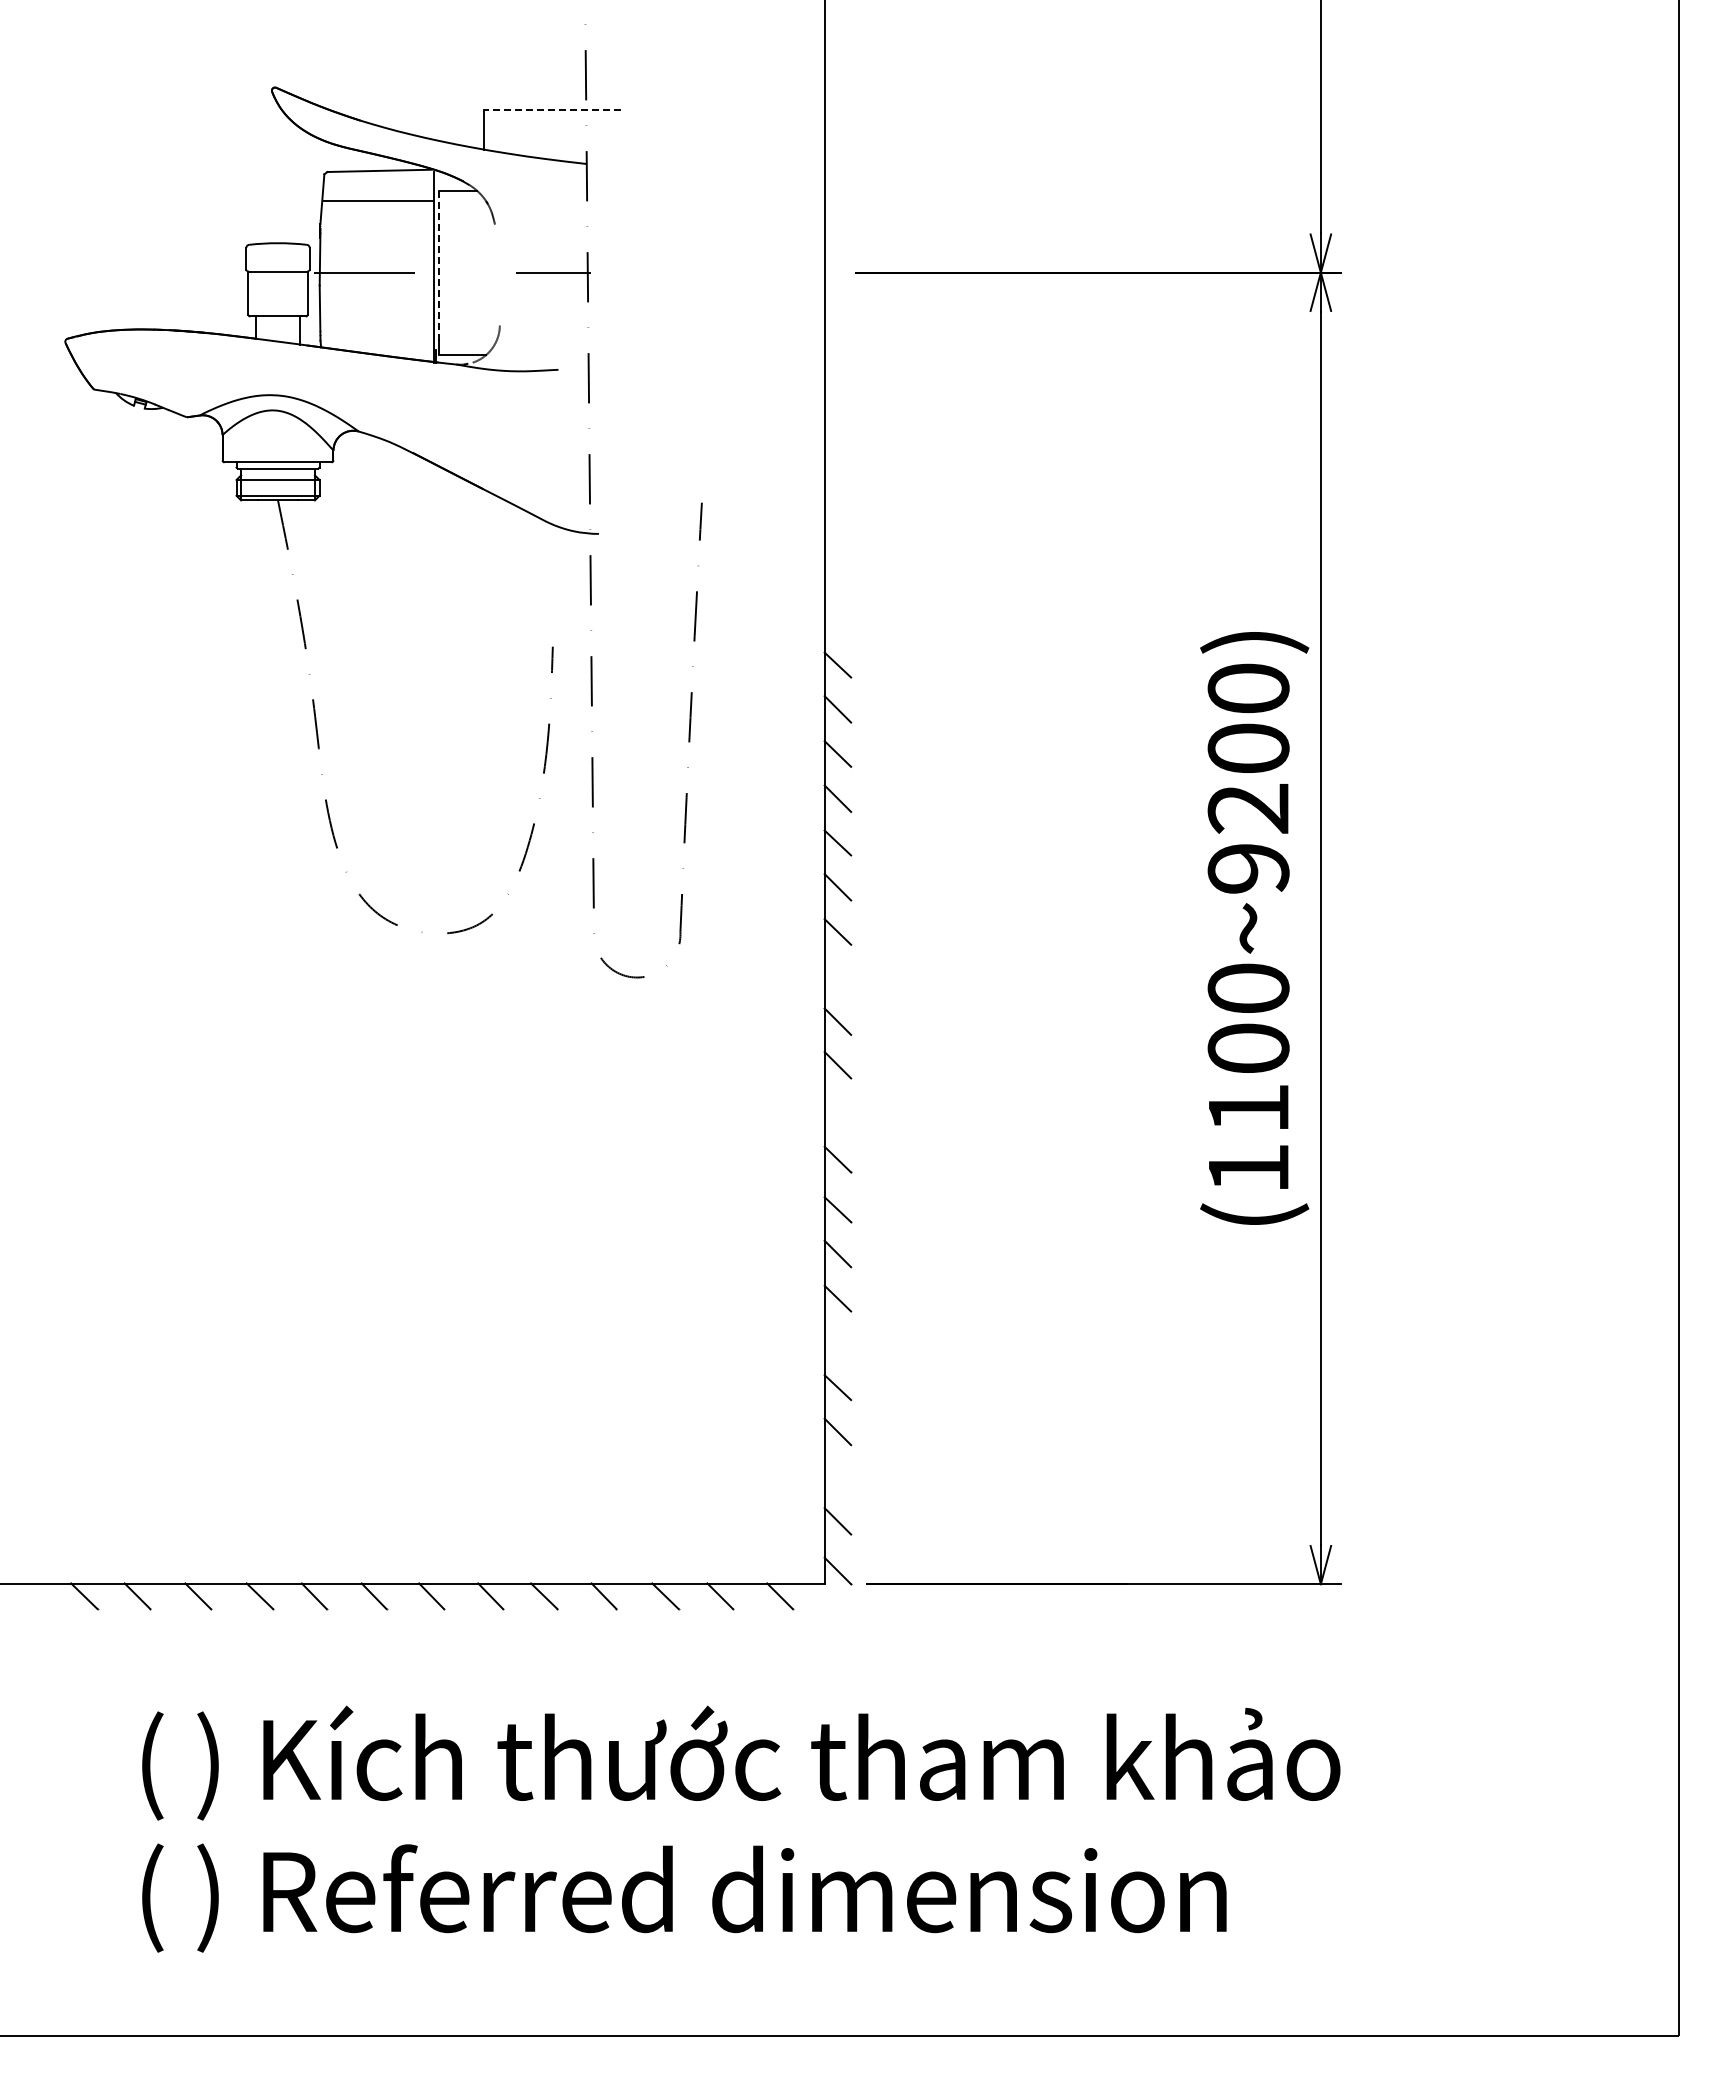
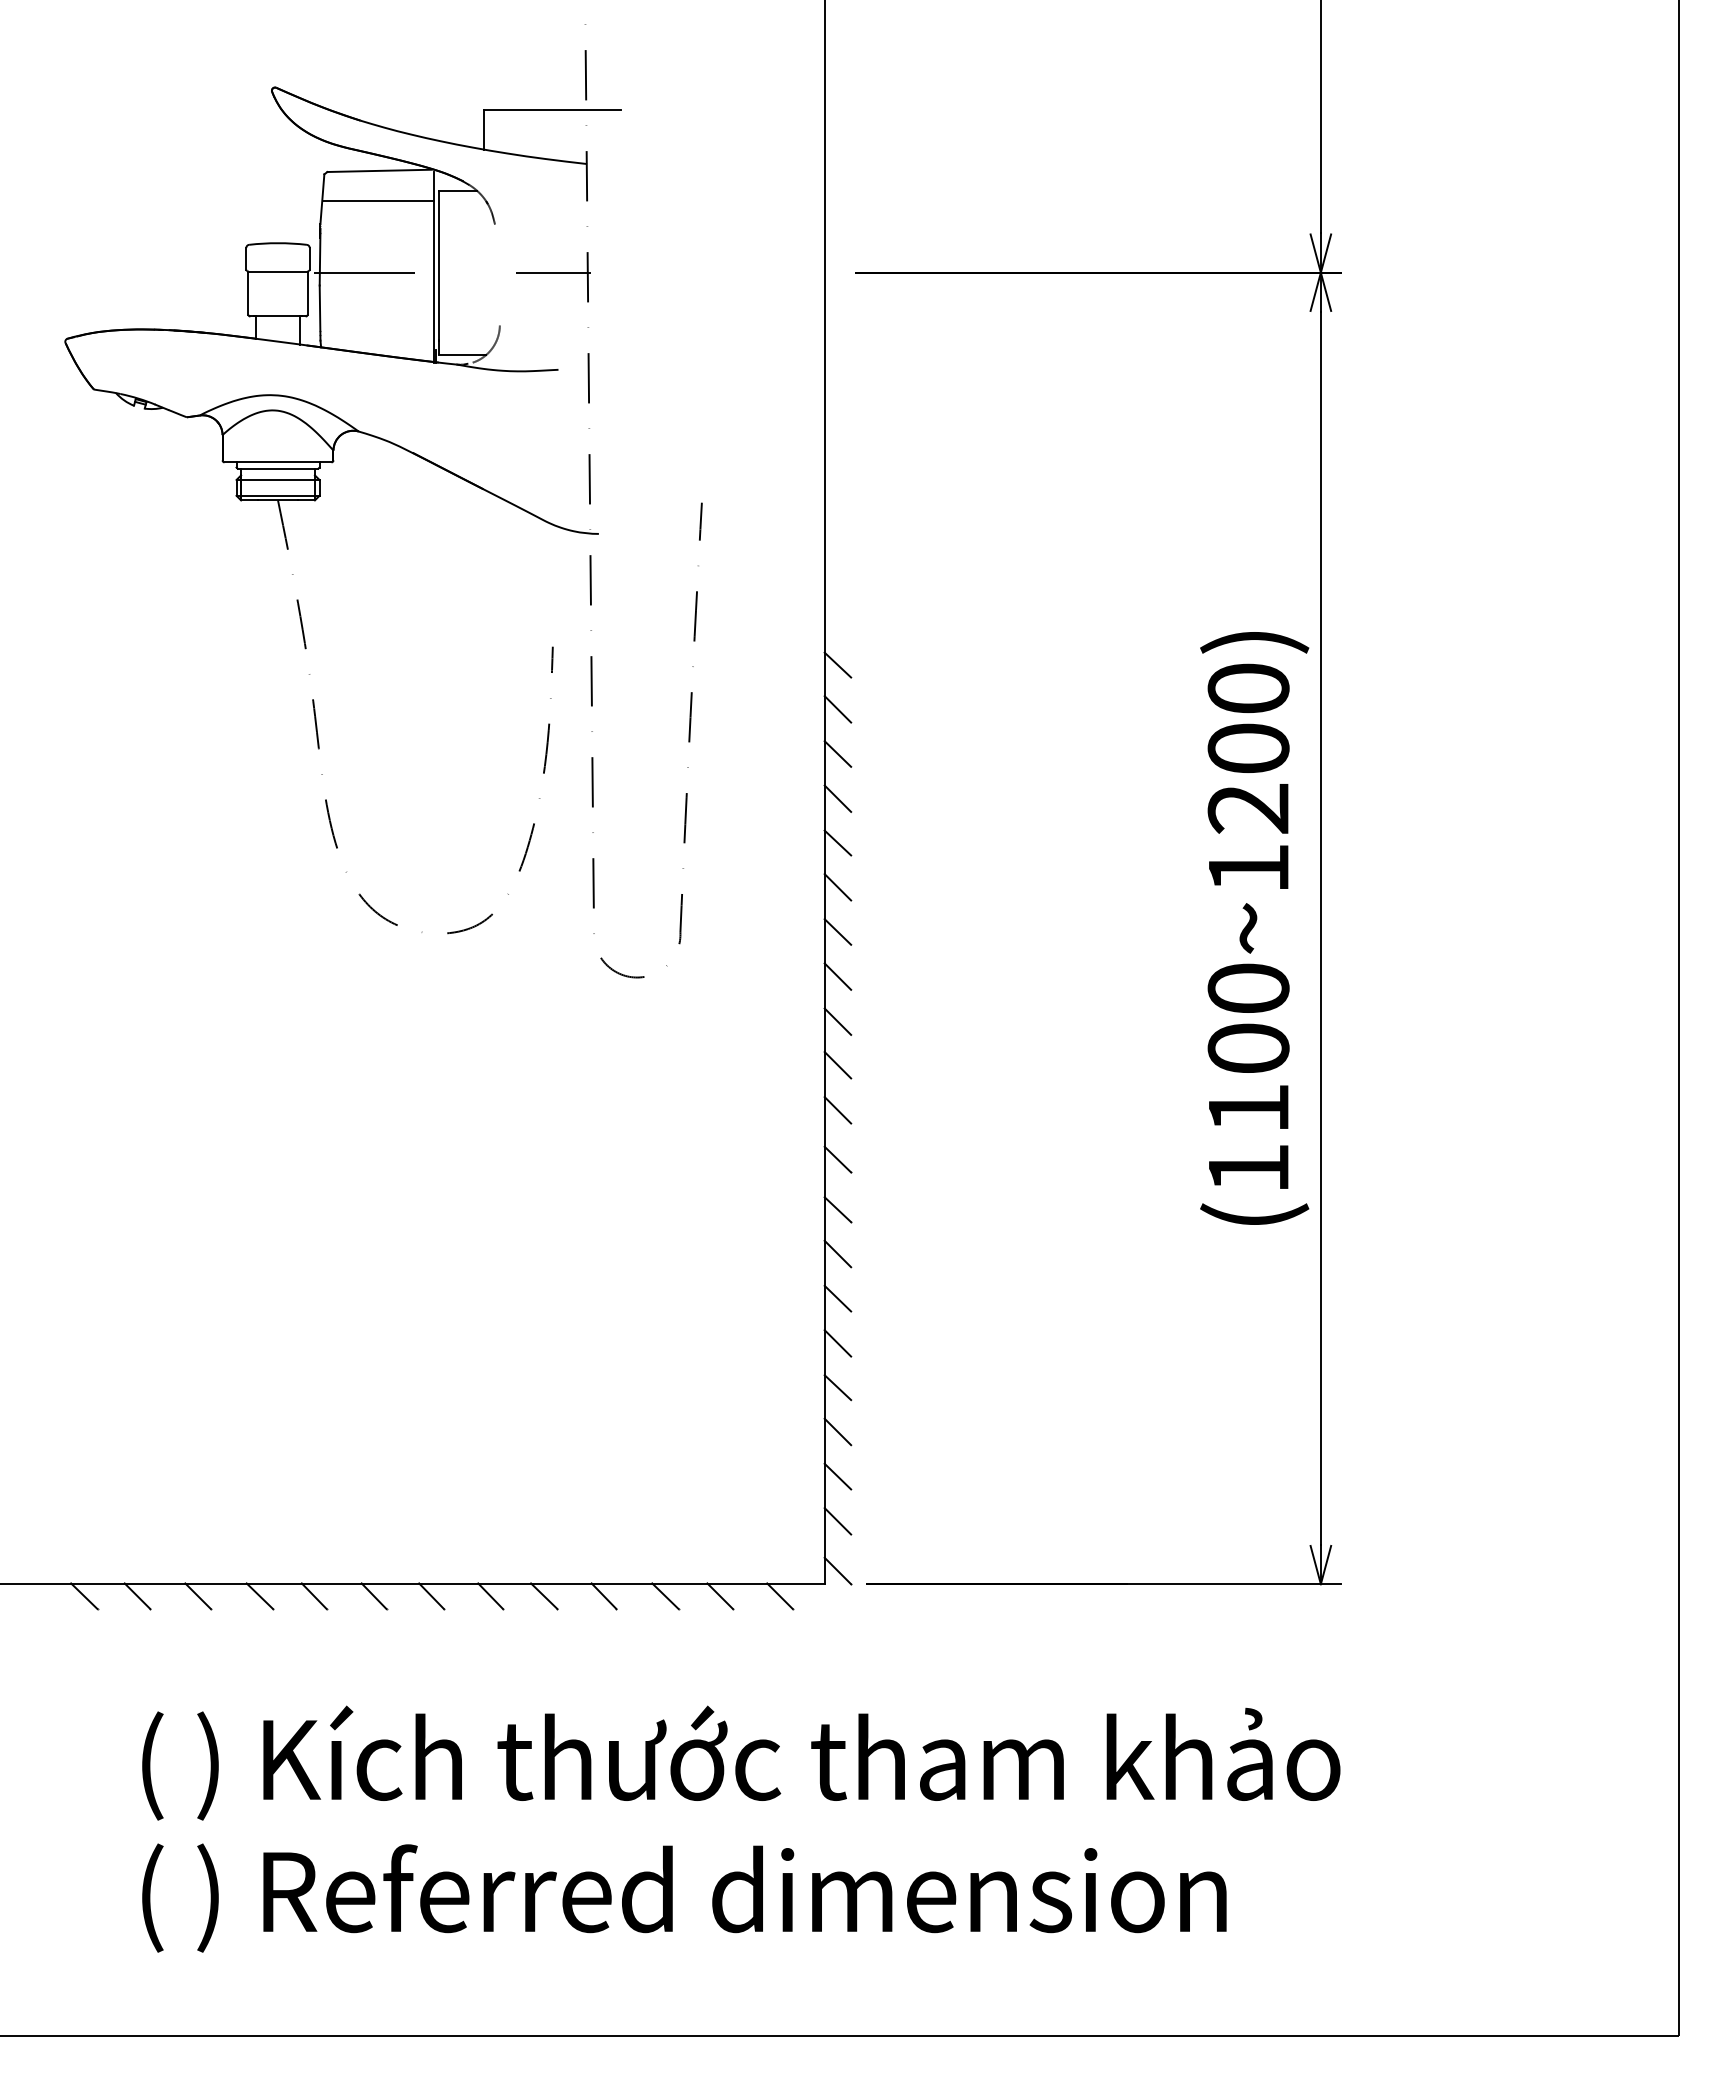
line at (552, 110): dashed -> solid
line at (438, 266): dashed -> solid
text at (1248, 868): (1100~9200) -> (1100~1200)
line at (837, 976): none -> present
line at (837, 1110): none -> present
line at (837, 1343): none -> present
line at (837, 1476): none -> present
